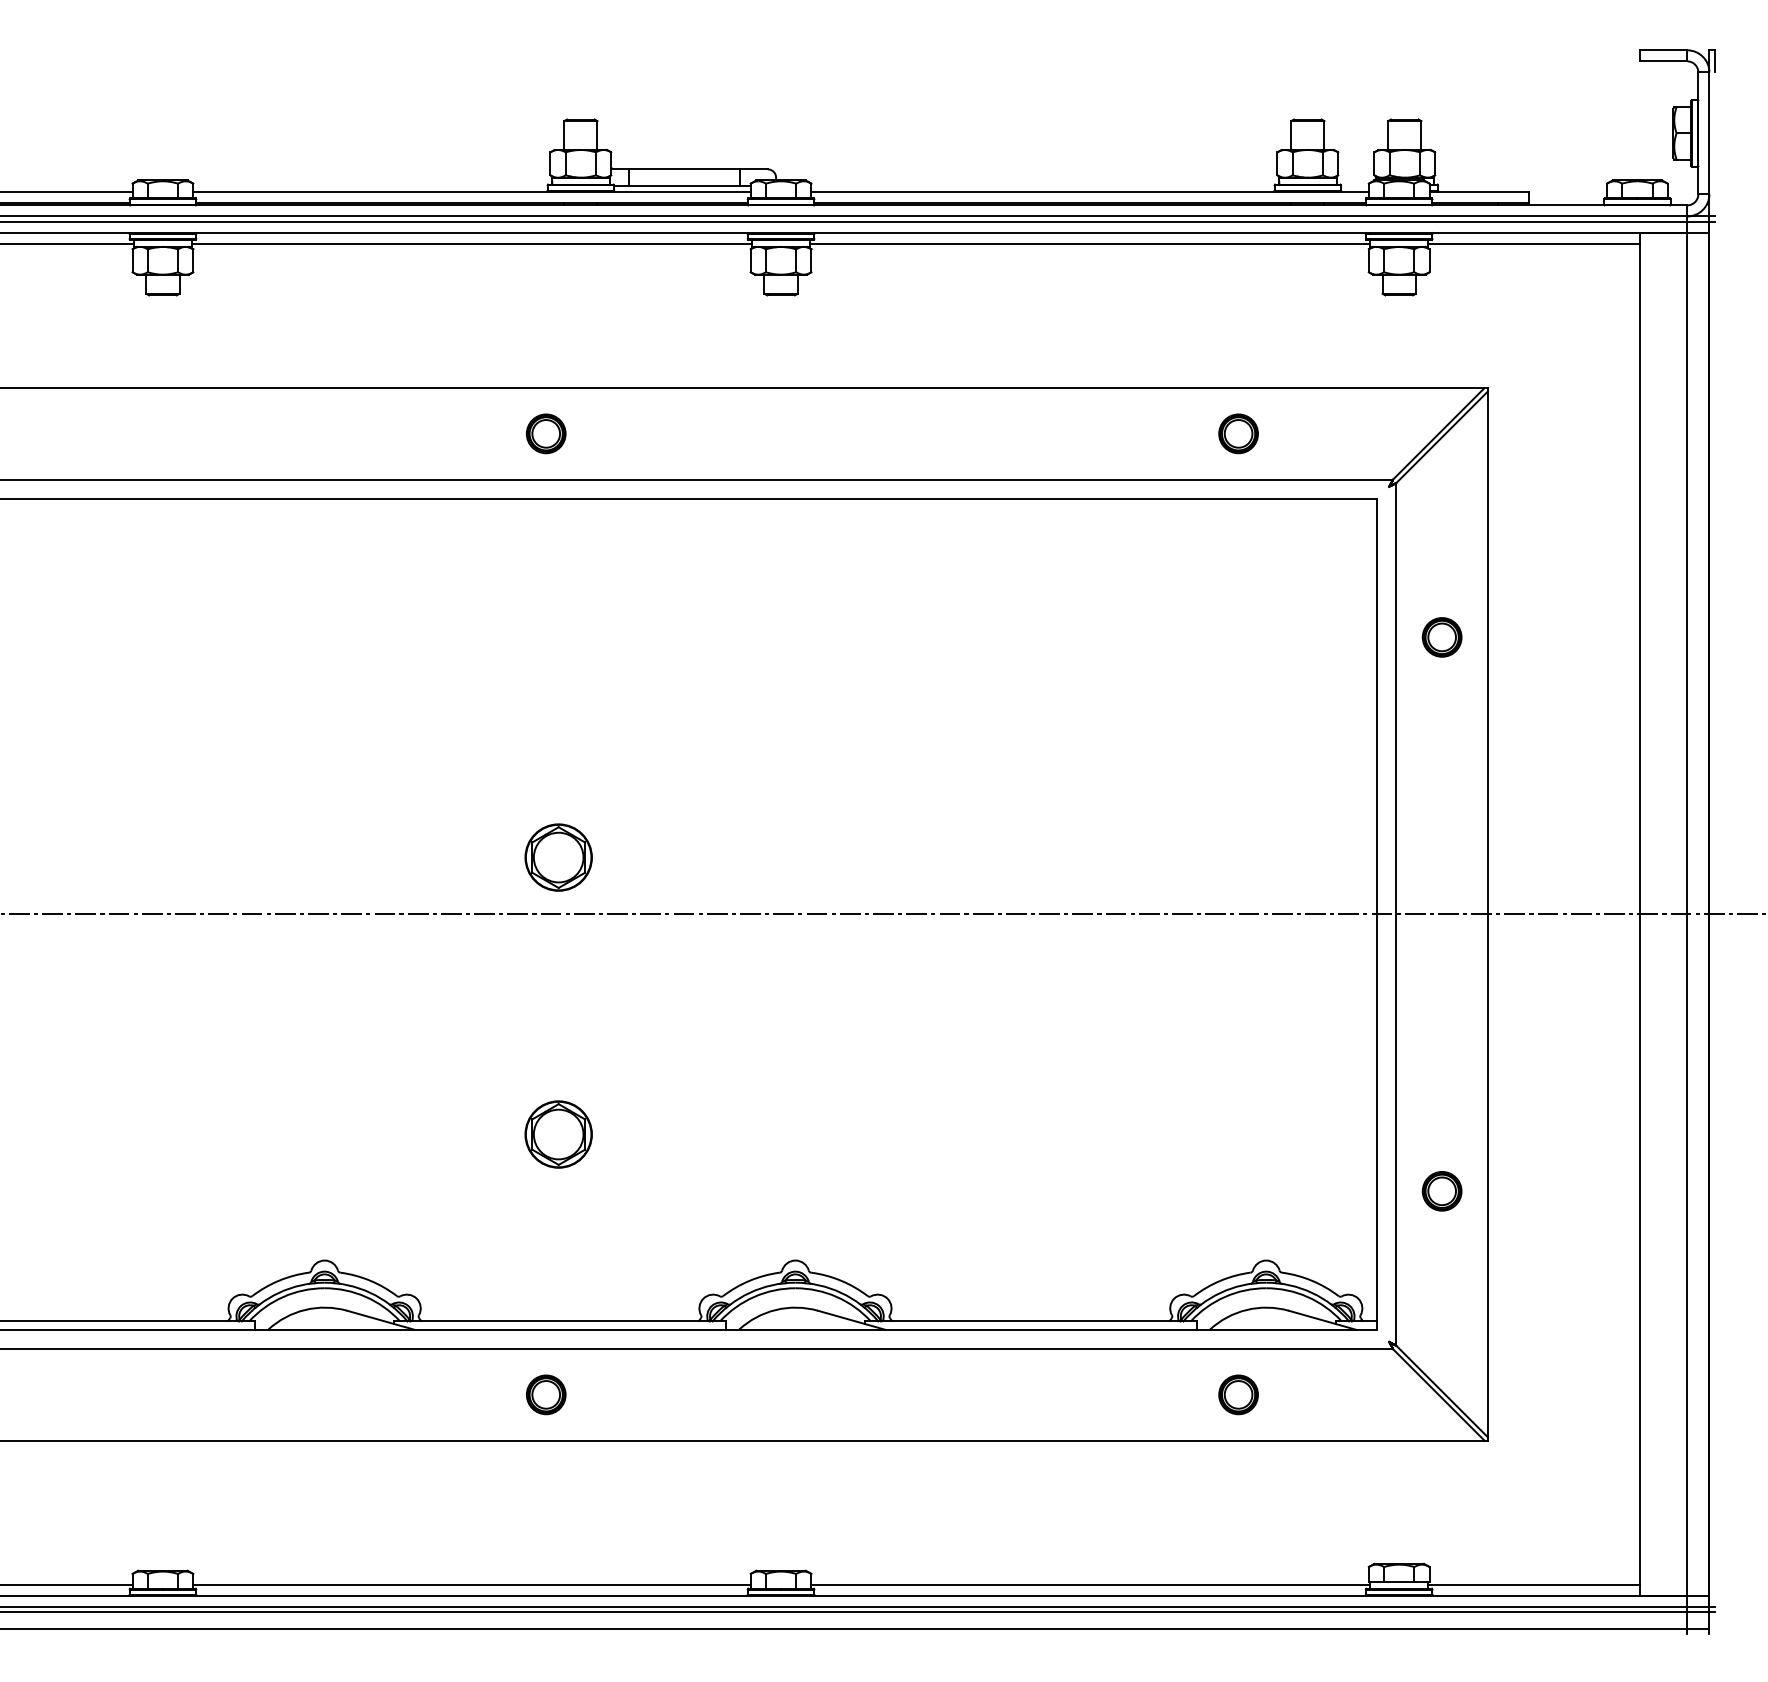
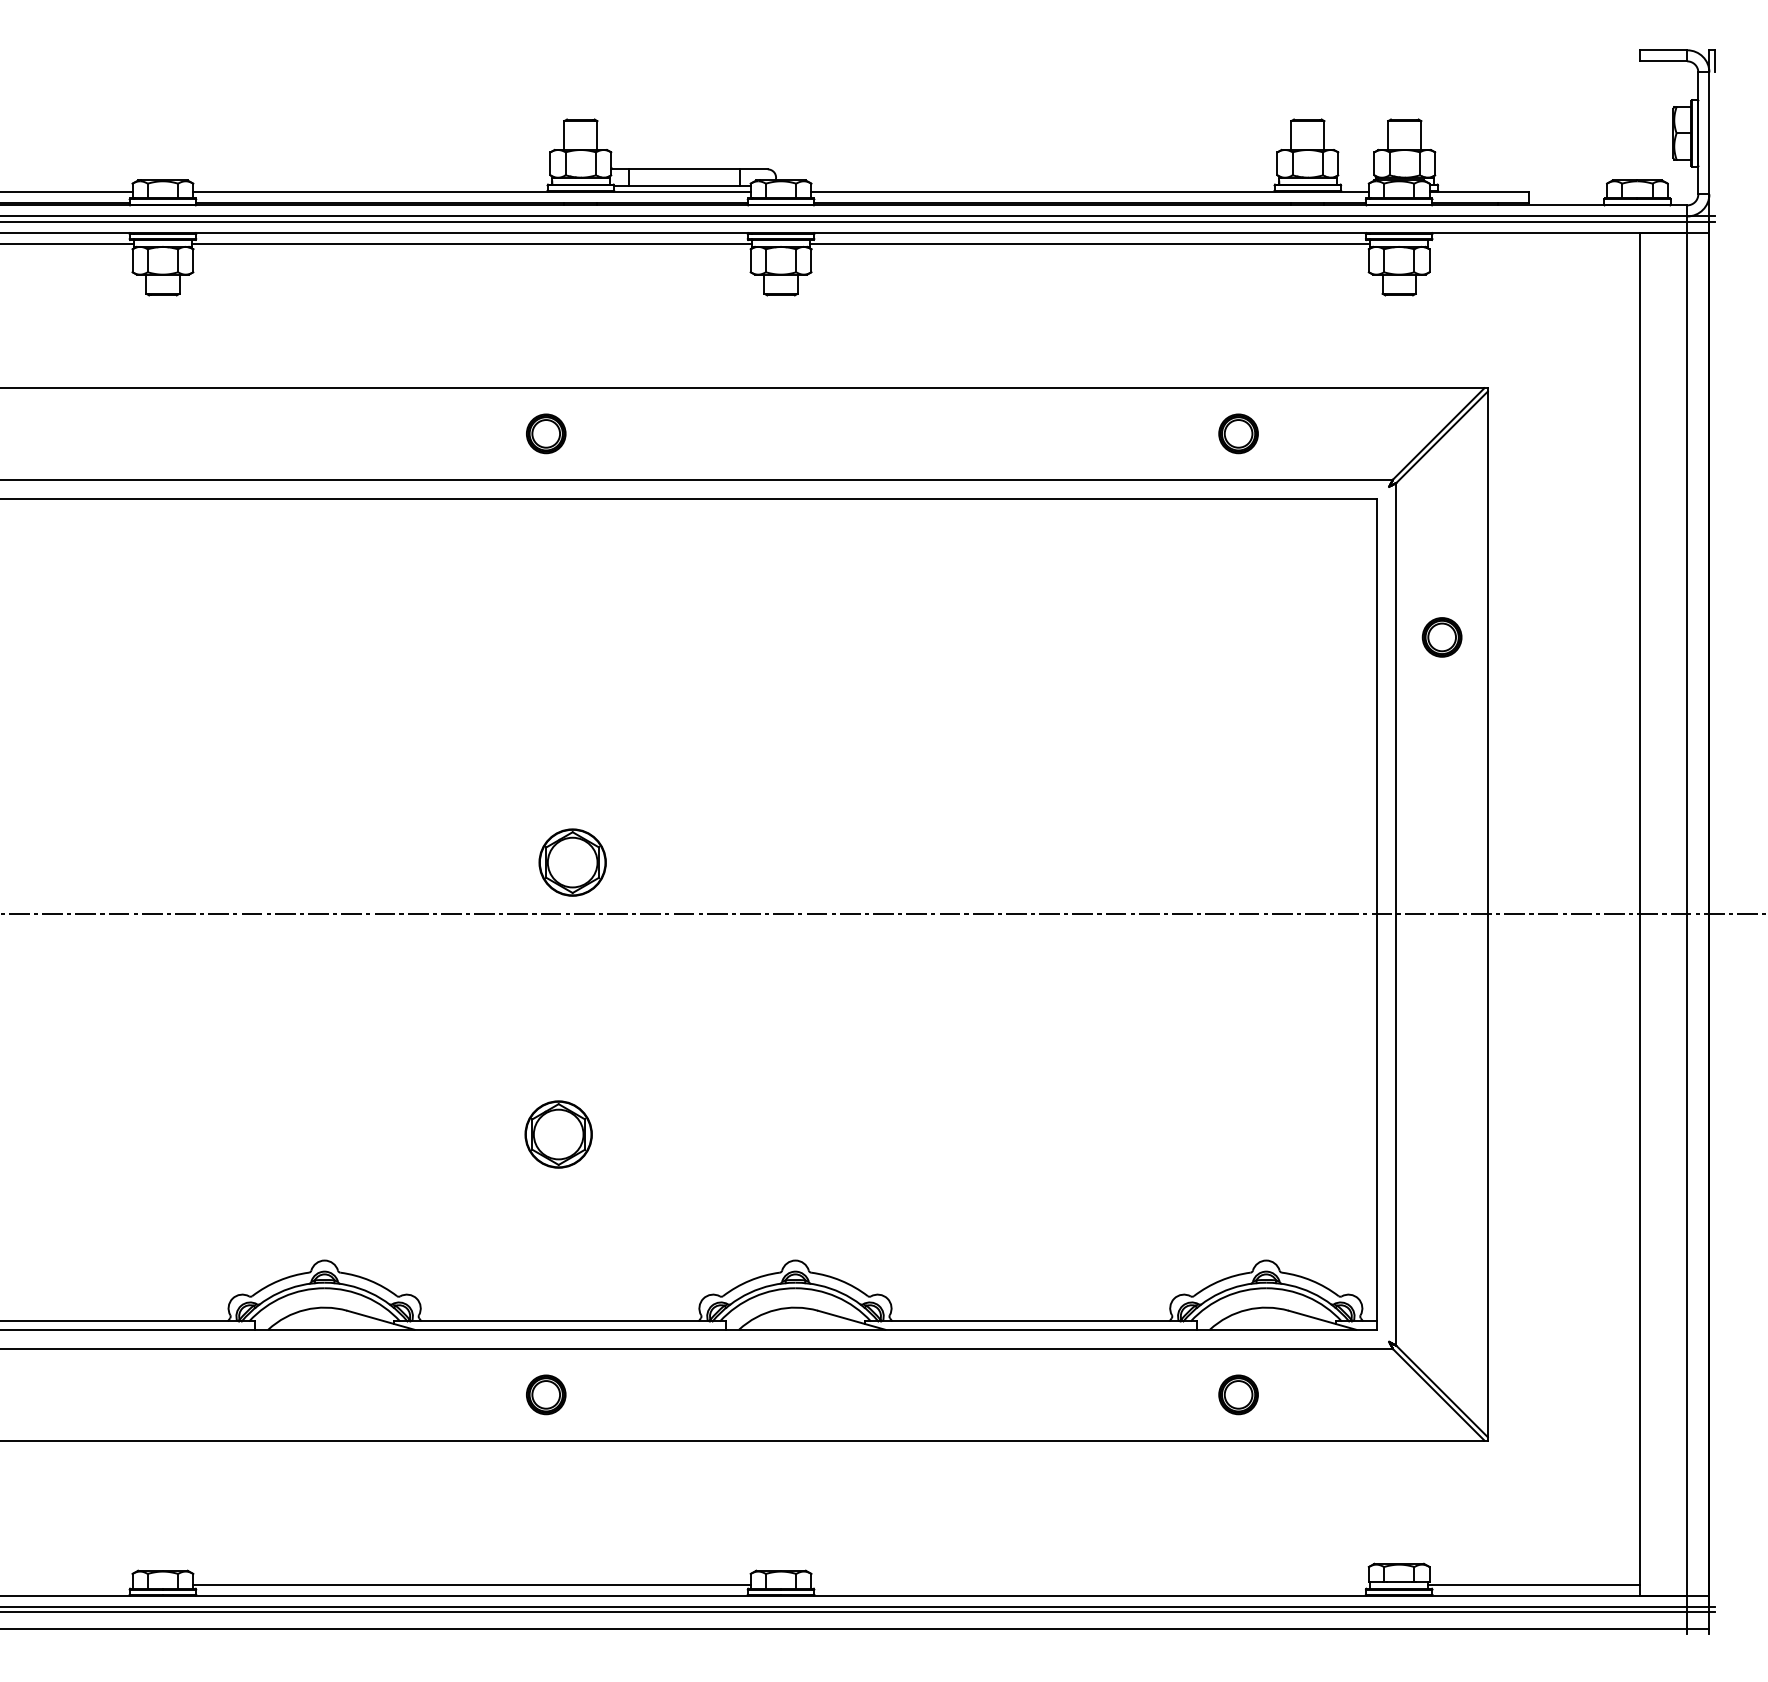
line at (1534, 244): present -> none
part at (558, 857) position: (558, 857) -> (572, 862)
part at (1441, 1191): present -> none
line at (67, 1584): present -> none
line at (1090, 1584): present -> none
